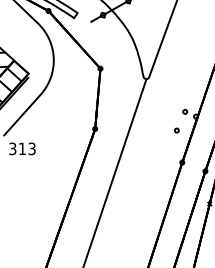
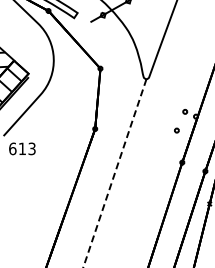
text at (12, 148): 313 -> 613
line at (114, 173): solid -> dashed
